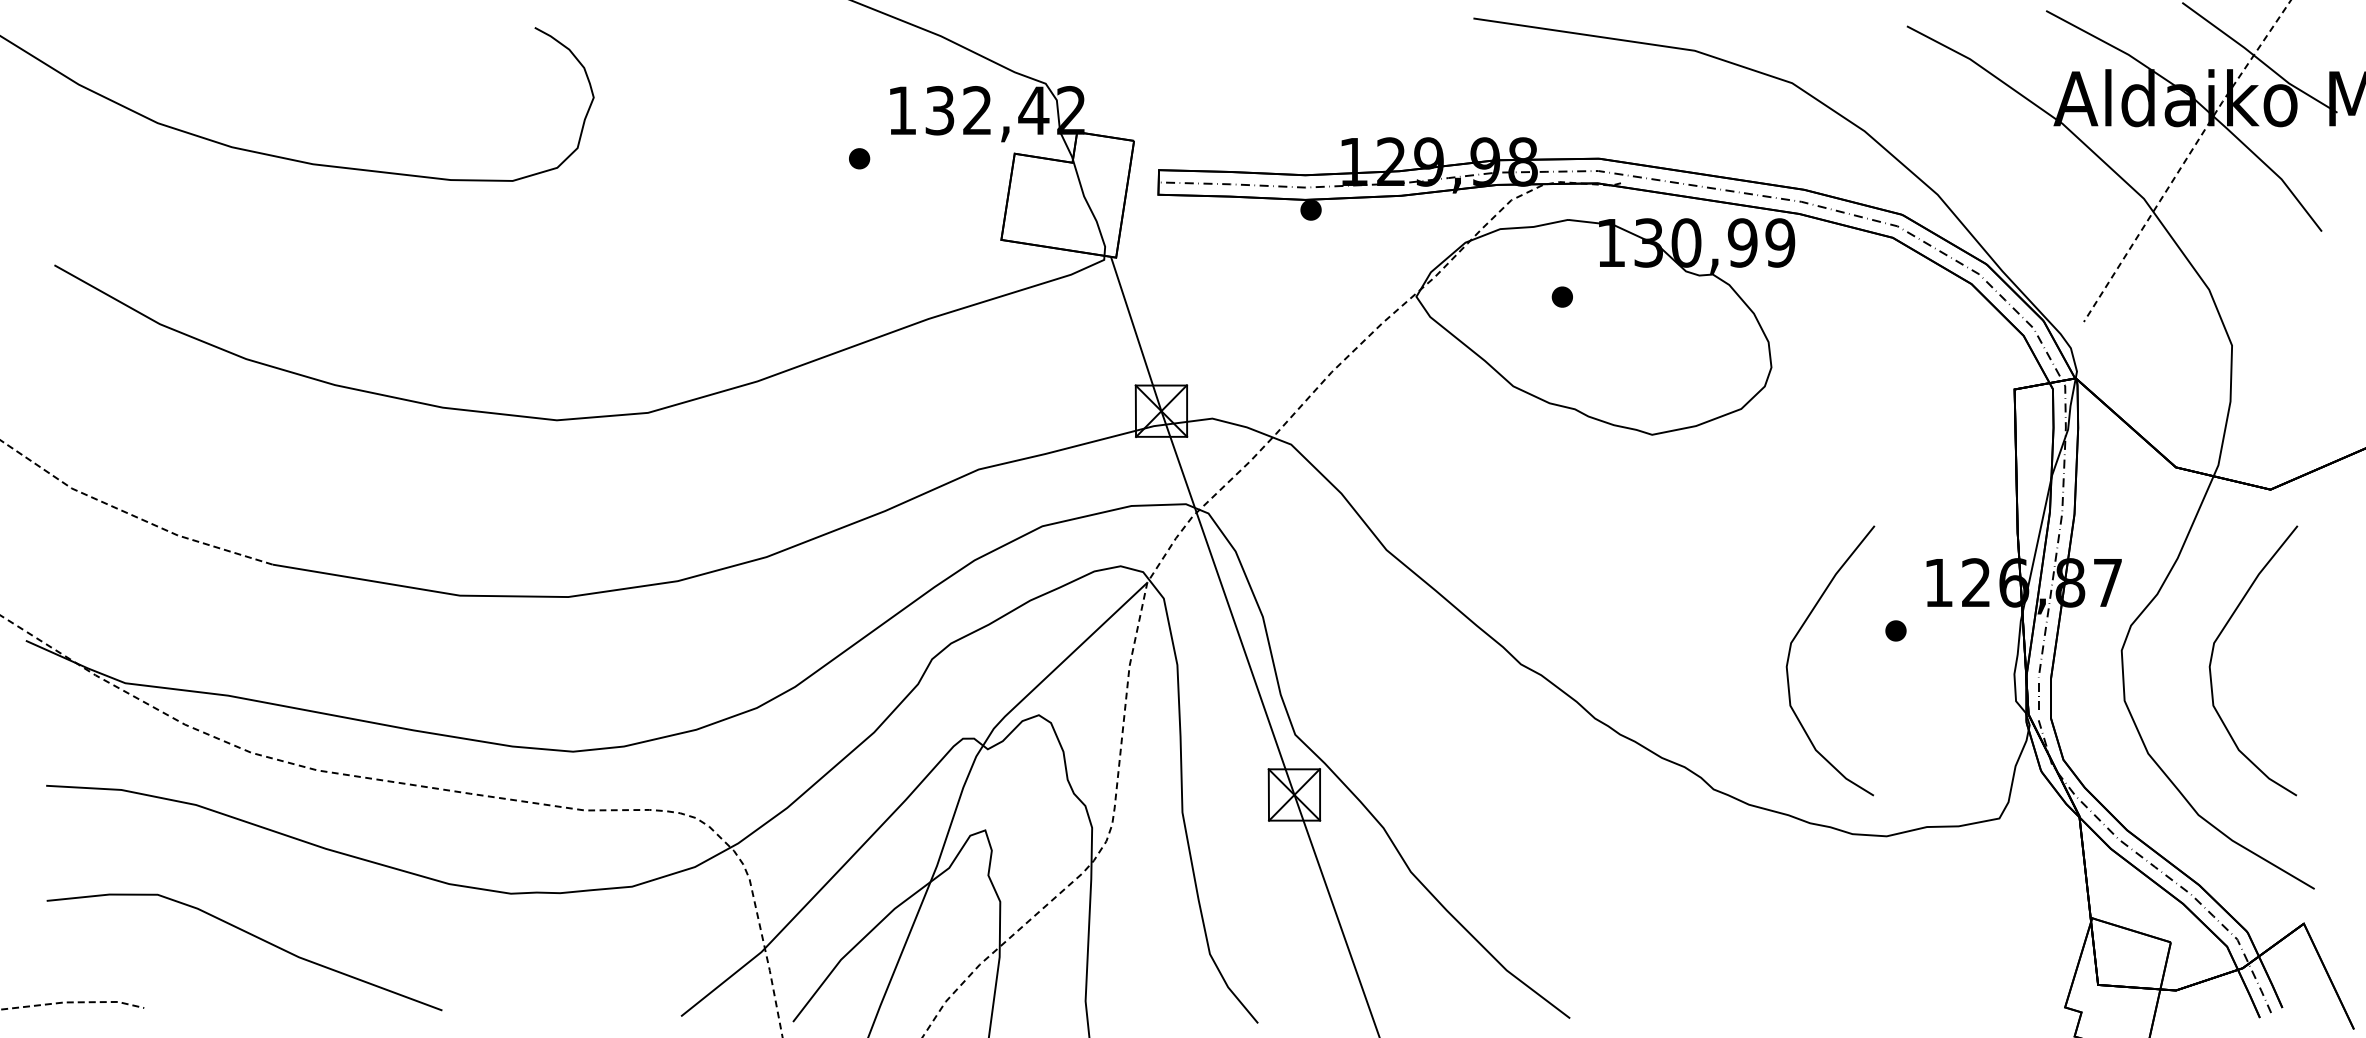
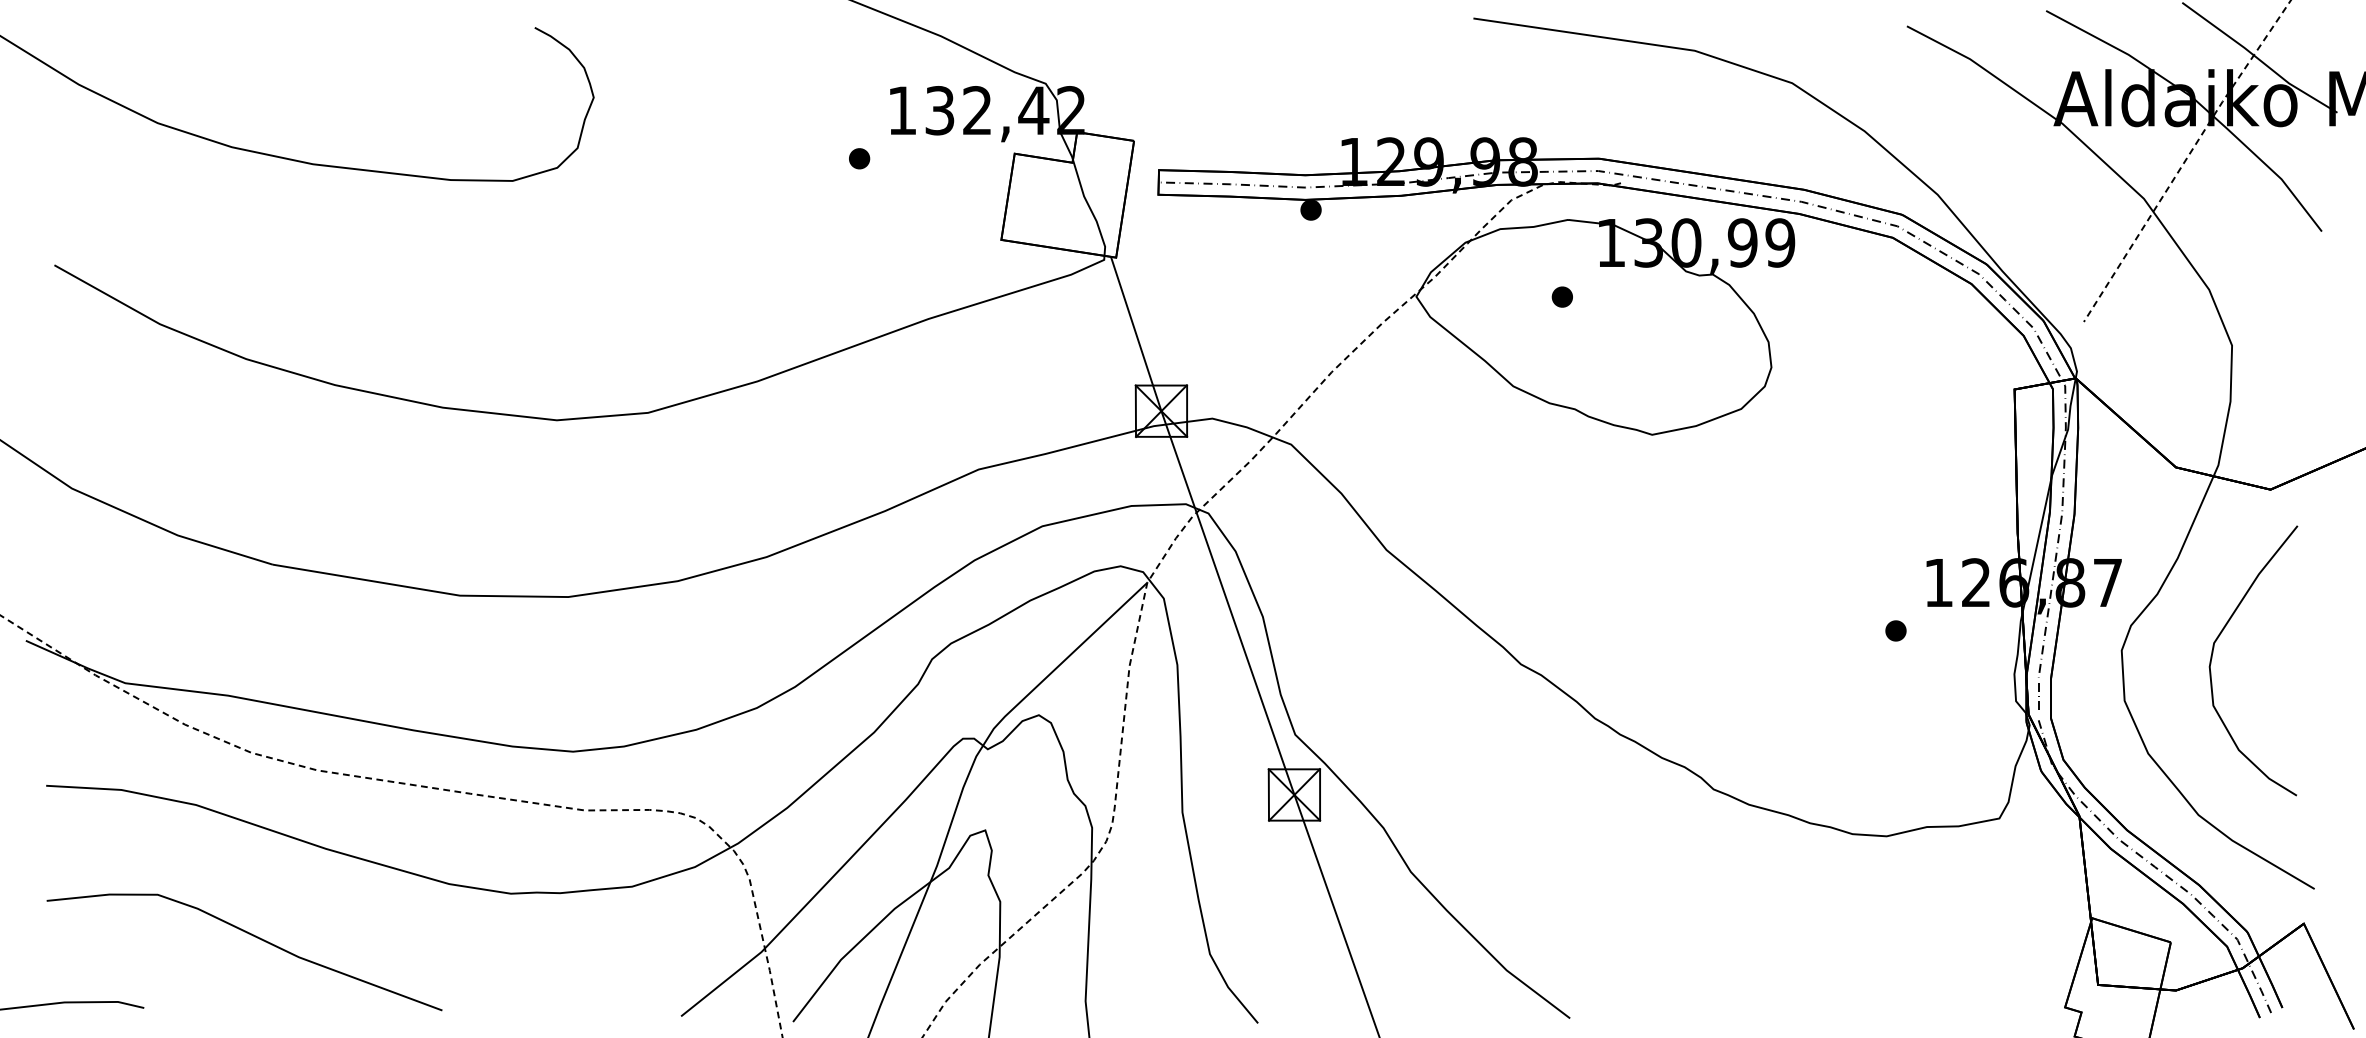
line at (131, 514): dashed -> solid
curve at (1790, 653): present -> none
line at (72, 1002): dashed -> solid
